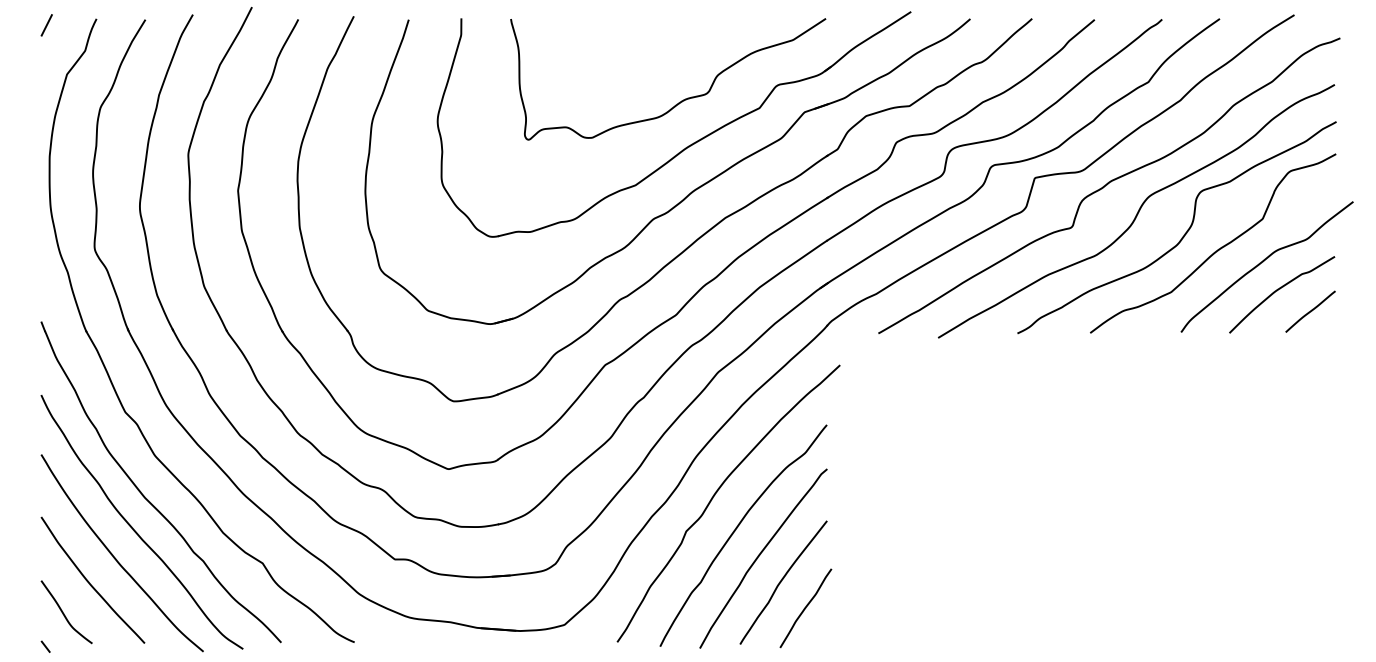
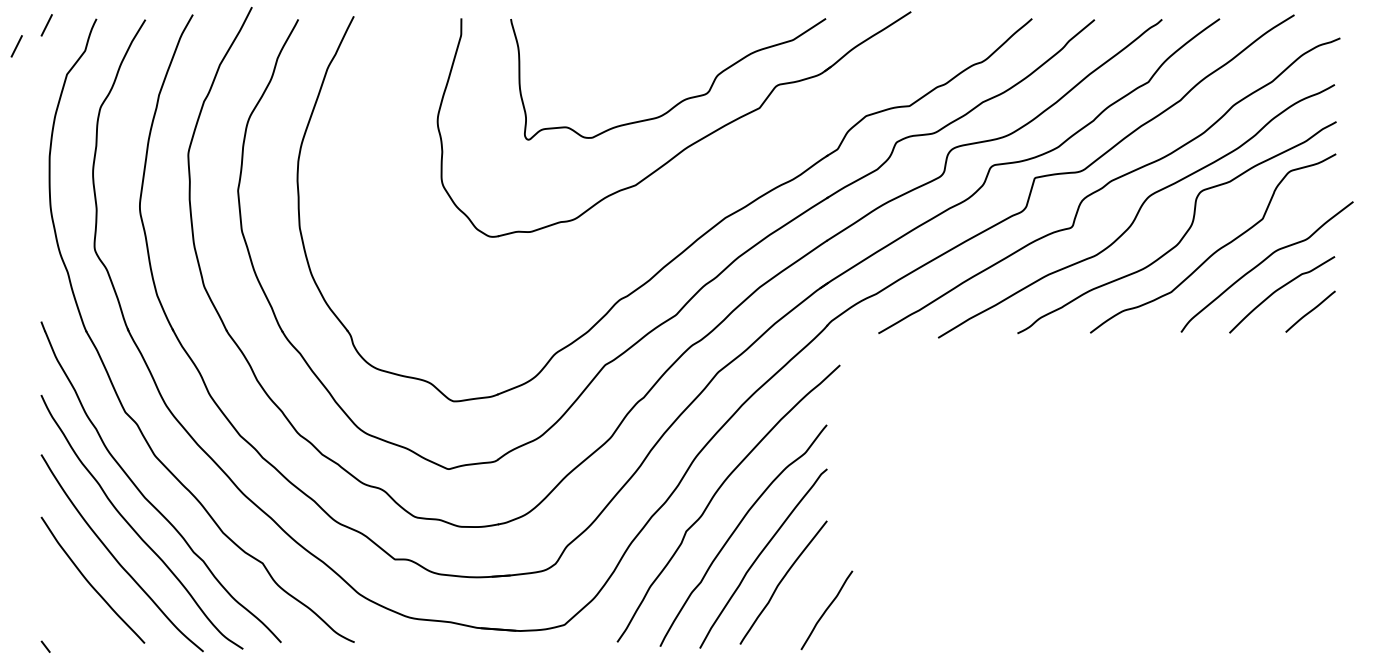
line at (16, 46): none -> present
part at (686, 195): present -> none
curve at (805, 608) position: (805, 608) -> (826, 610)
curve at (64, 613): present -> none
